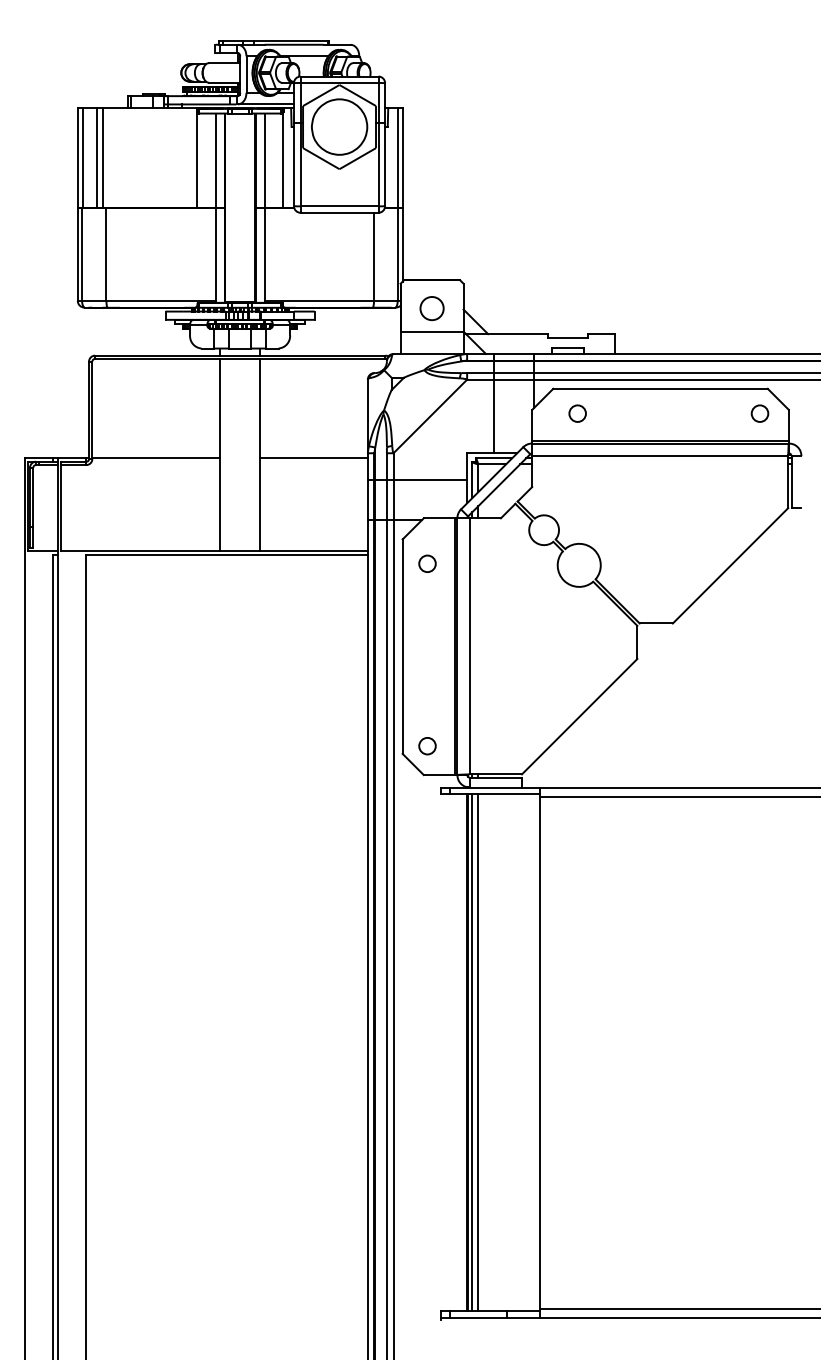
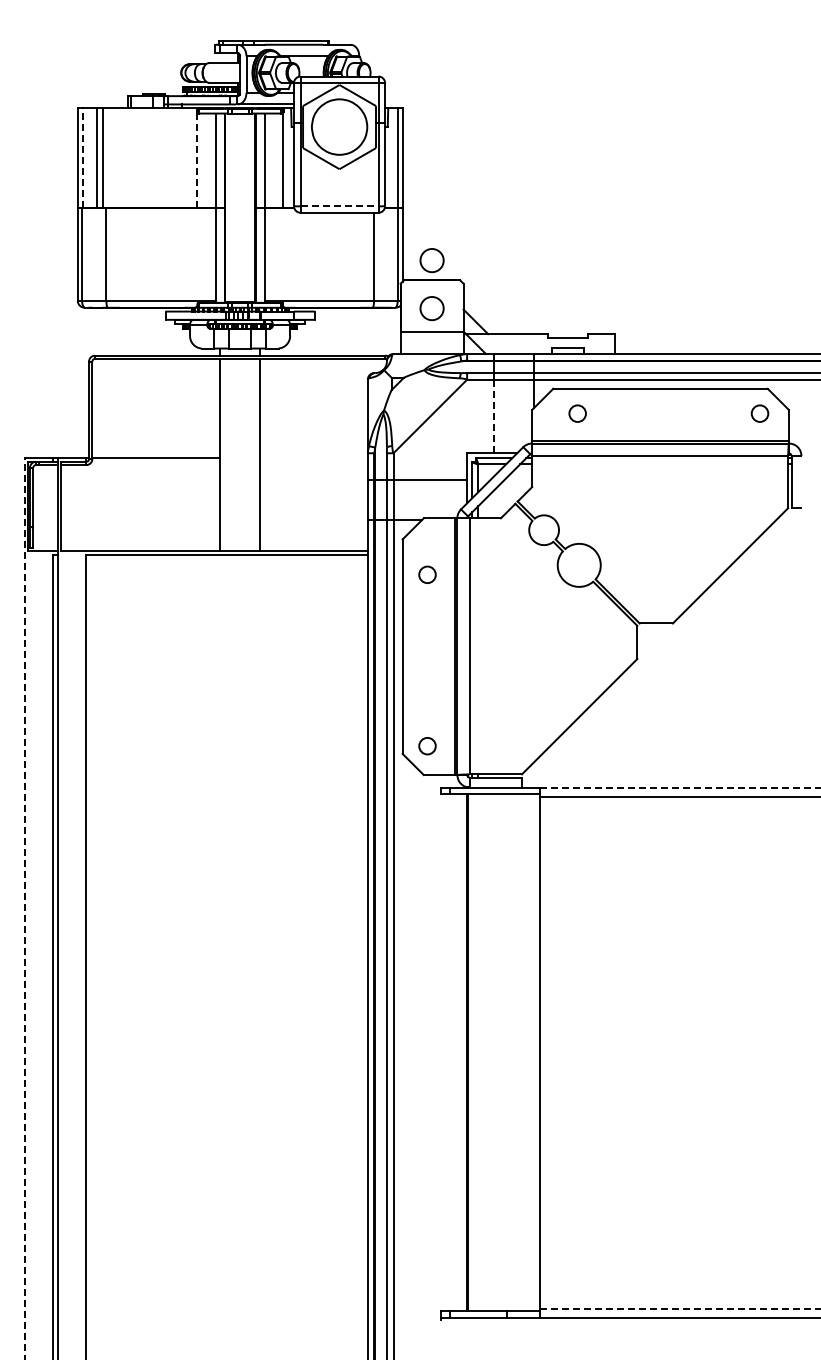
line at (82, 158): solid -> dashed
line at (197, 159): solid -> dashed
line at (339, 206): solid -> dashed
circle at (431, 260): none -> present
line at (493, 416): solid -> dashed
line at (313, 458): present -> none
circle at (427, 563) position: (427, 563) -> (427, 574)
line at (680, 787): solid -> dashed
line at (24, 908): solid -> dashed
line at (472, 1052): present -> none
line at (478, 1052): present -> none
line at (680, 1309): solid -> dashed
